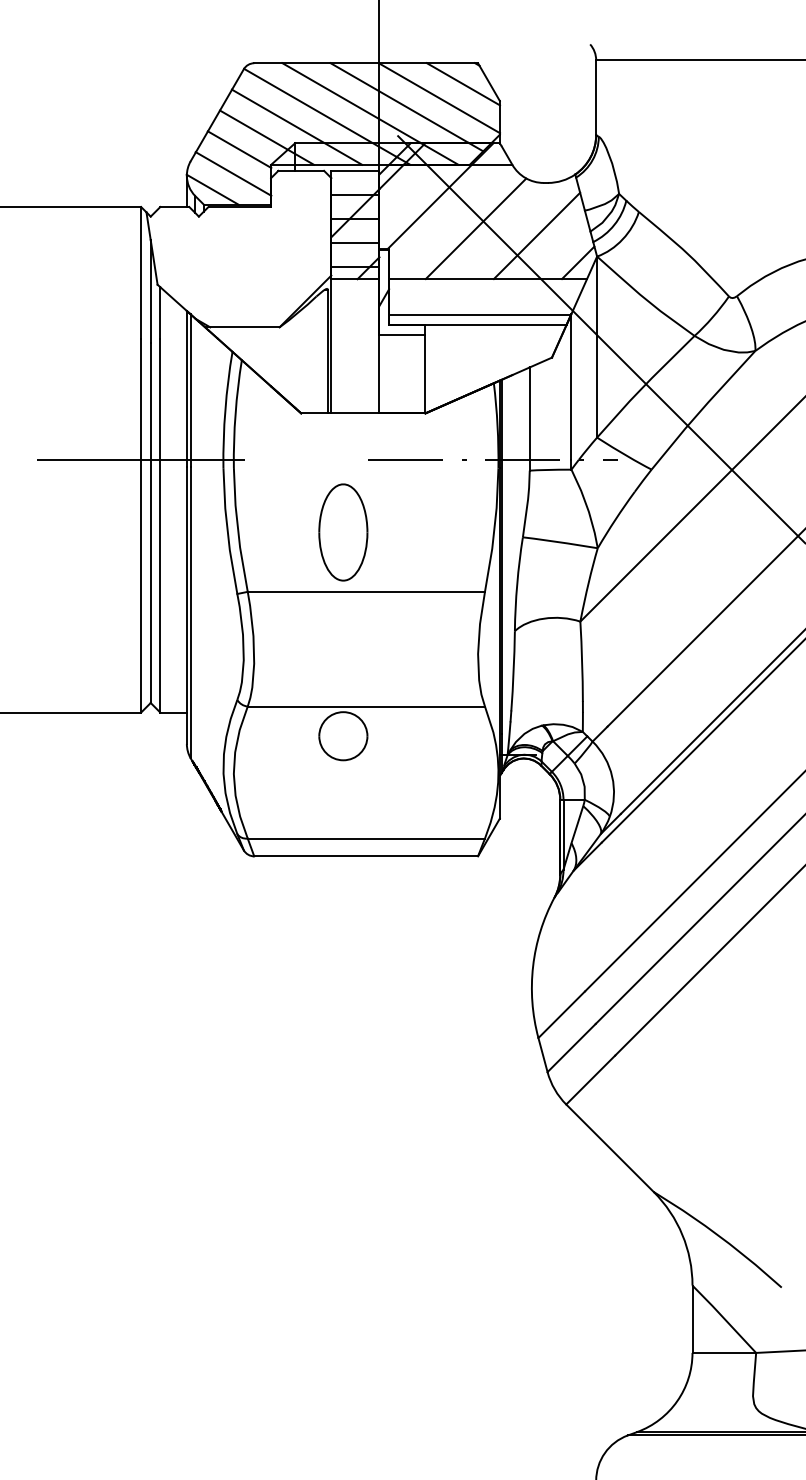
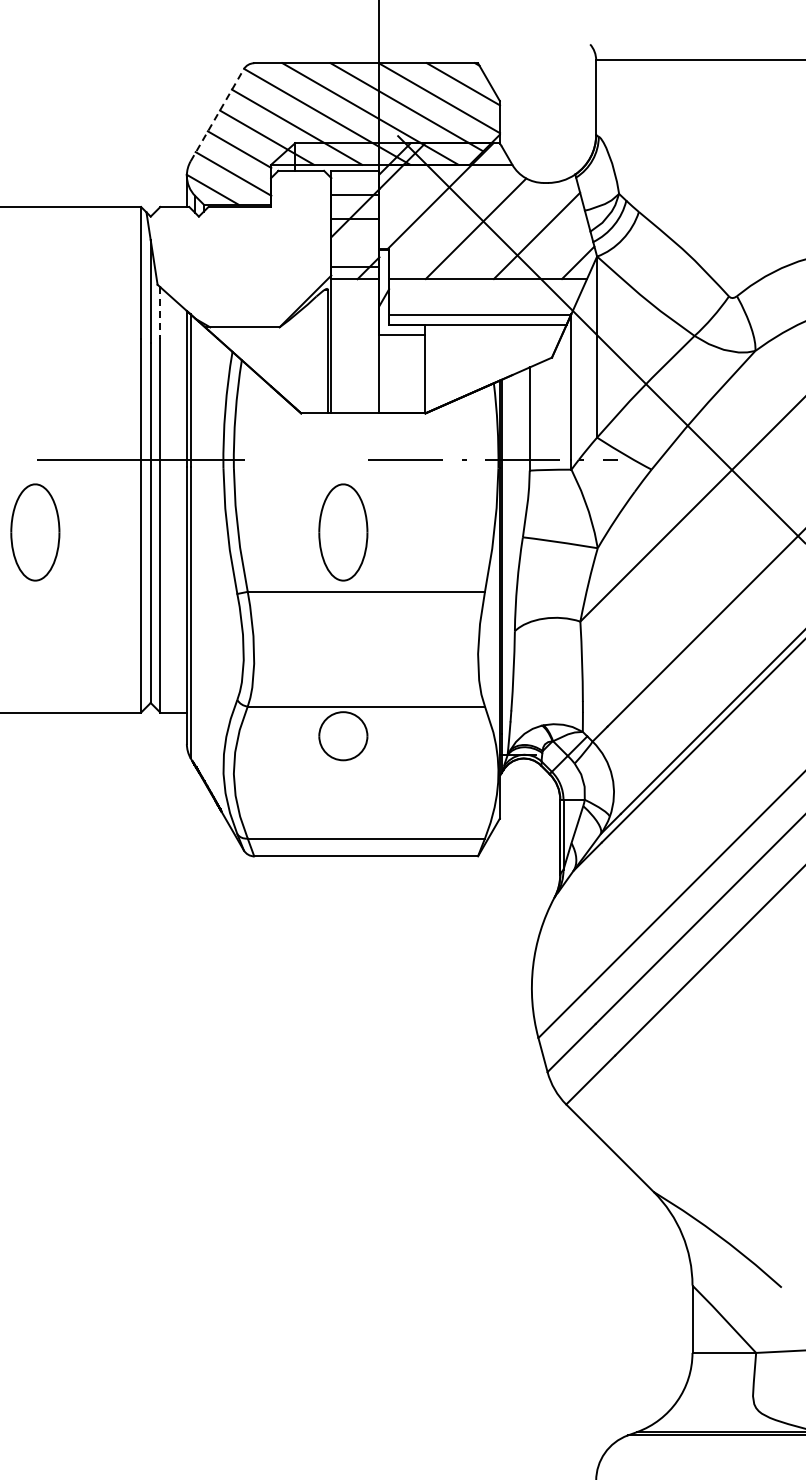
line at (217, 114): solid -> dashed
line at (355, 243): present -> none
line at (160, 312): solid -> dashed
part at (35, 532): none -> present
